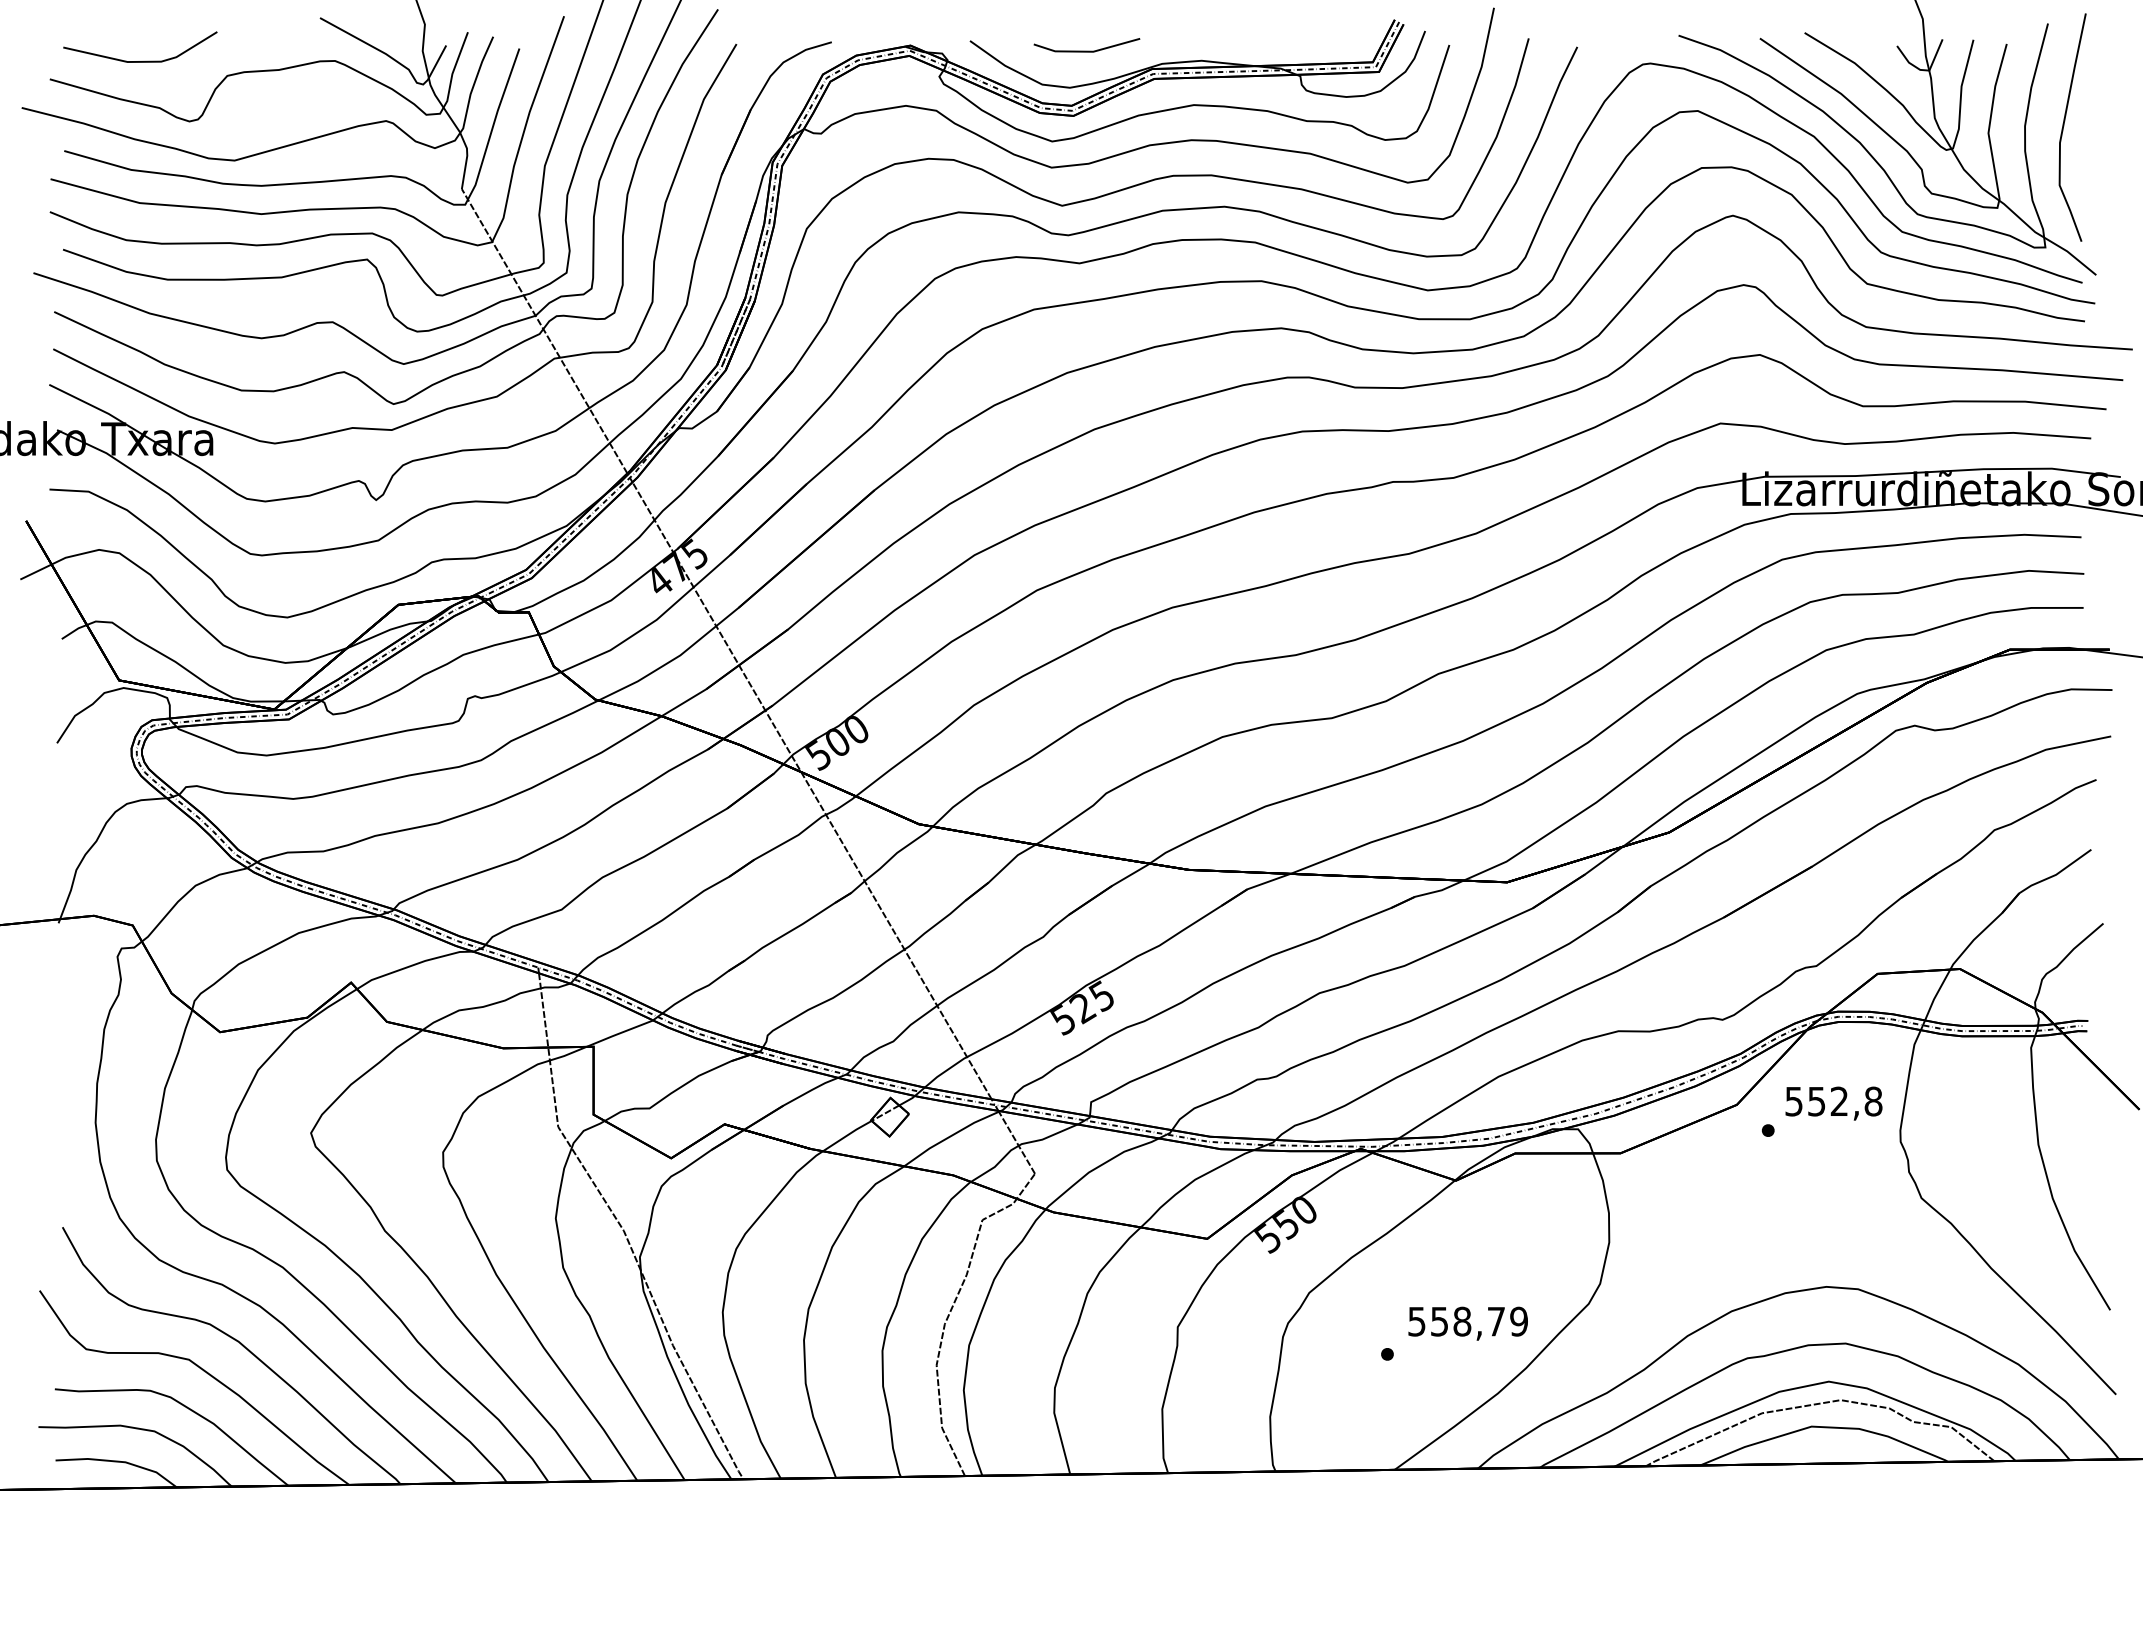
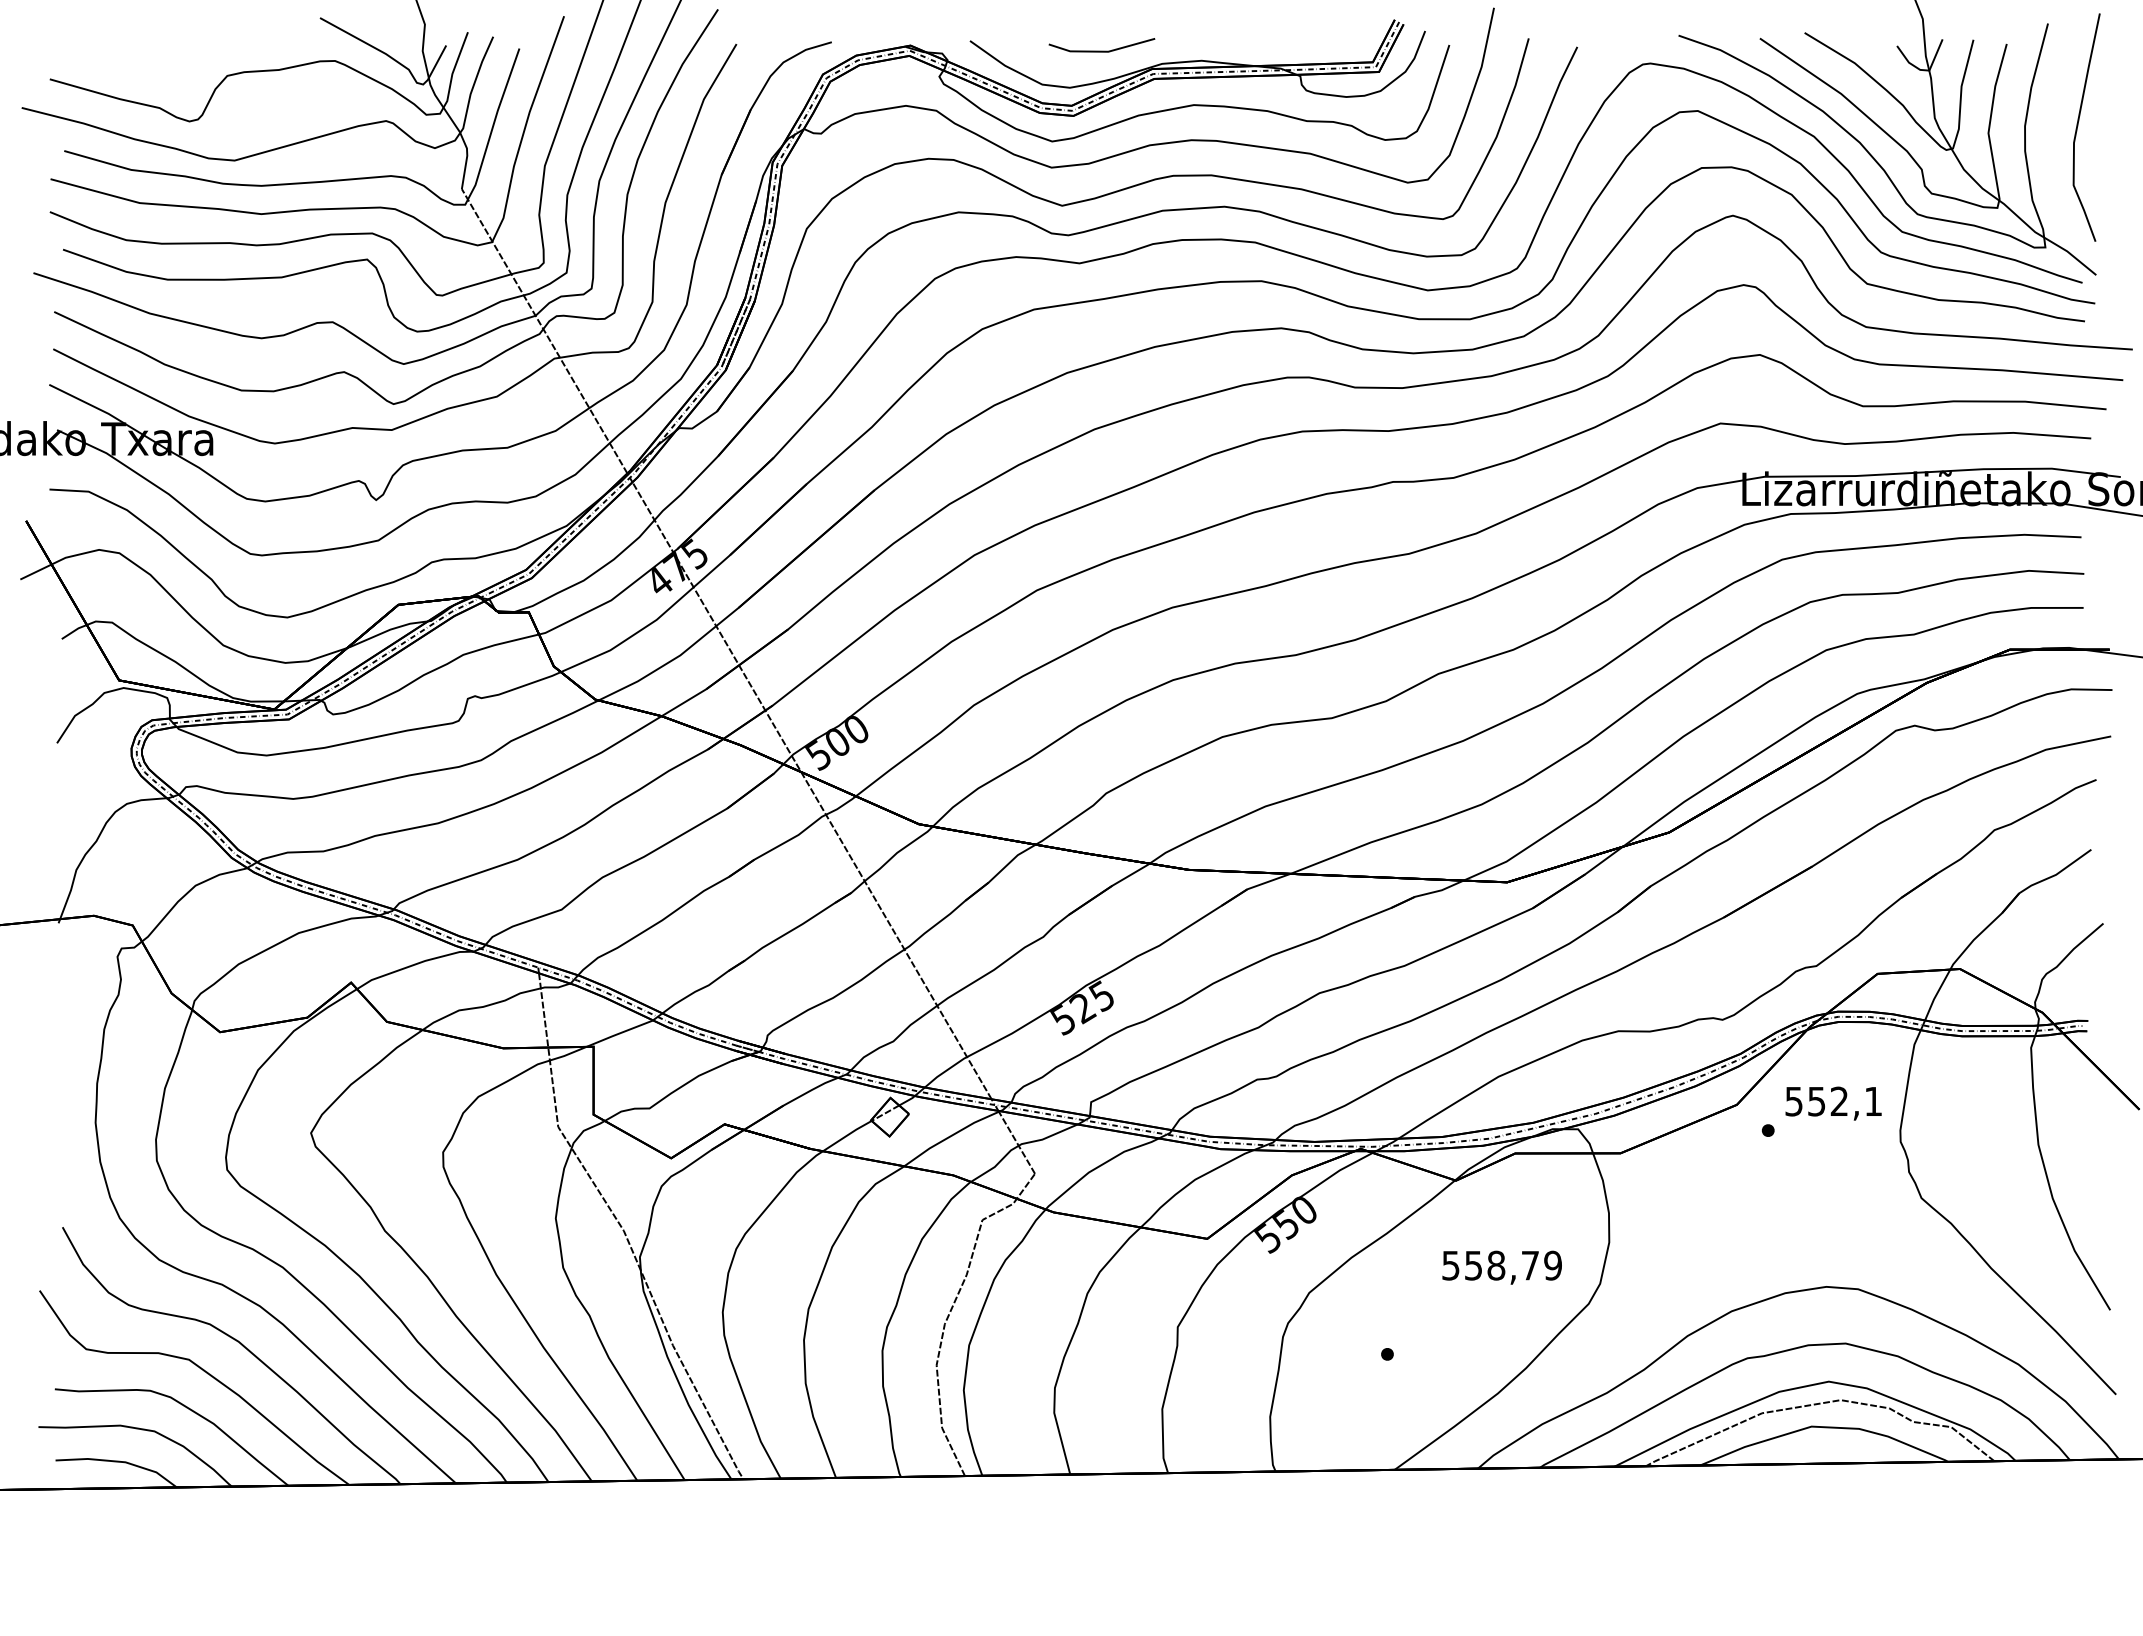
line at (1086, 50) position: (1086, 50) -> (1101, 50)
line at (145, 60): present -> none
curve at (2064, 126) position: (2064, 126) -> (2078, 126)
text at (1873, 1101): 552,8 -> 552,1
text at (1467, 1323) position: (1467, 1323) -> (1501, 1267)
